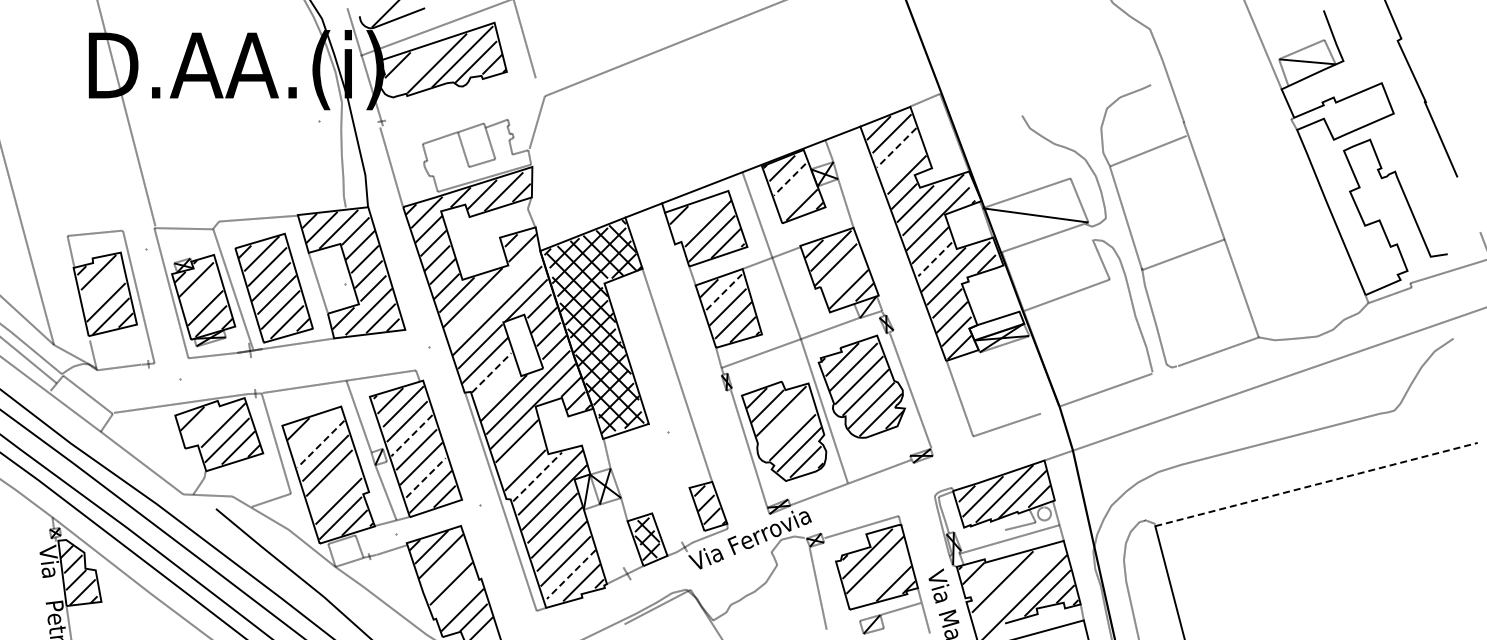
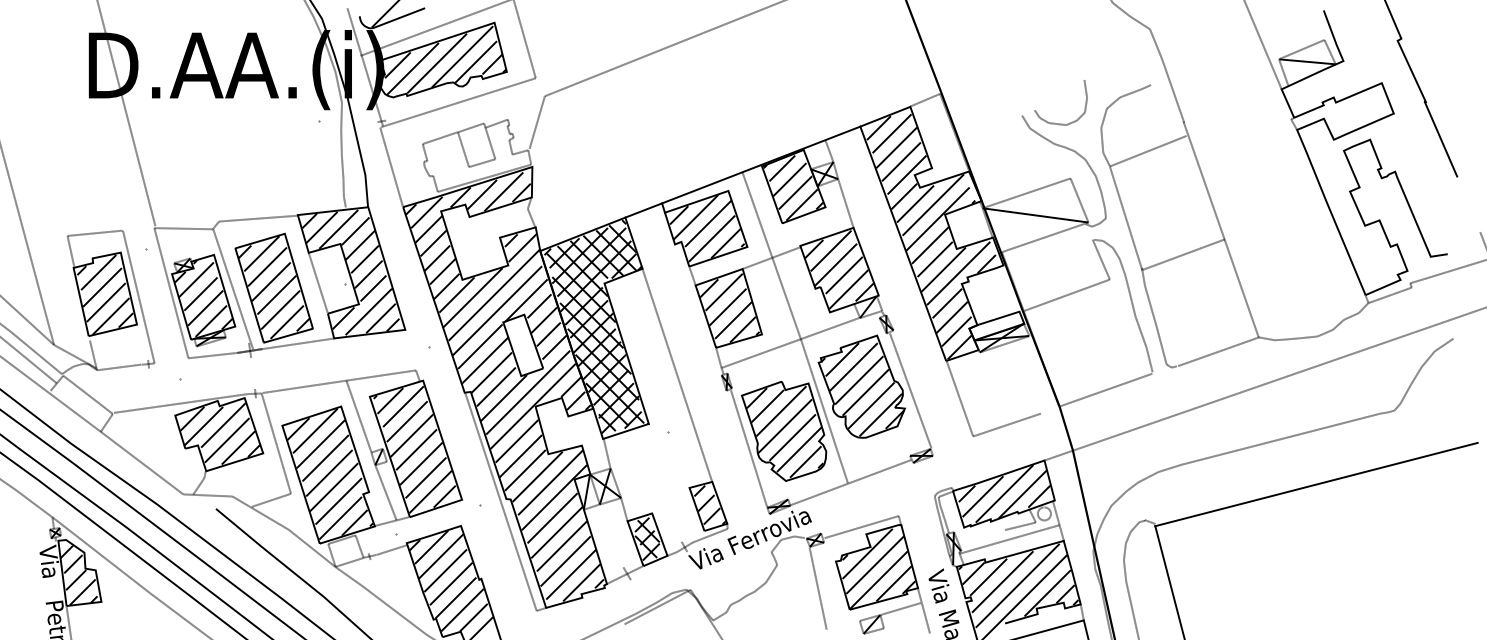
line at (412, 68): none -> present
line at (458, 102): none -> present
curve at (1054, 122): none -> present
line at (896, 147): dashed -> solid
line at (901, 161): none -> present
line at (789, 179): dashed -> solid
line at (795, 192): none -> present
line at (695, 216): none -> present
line at (935, 259): dashed -> solid
line at (844, 275): none -> present
line at (102, 287): none -> present
line at (724, 291): dashed -> solid
line at (200, 294): none -> present
line at (494, 295): none -> present
line at (491, 372): dashed -> solid
line at (496, 386): none -> present
line at (203, 426): none -> present
line at (784, 426): none -> present
line at (314, 430): none -> present
line at (411, 436): dashed -> solid
line at (320, 444): dashed -> solid
line at (520, 456): none -> present
line at (537, 476): dashed -> solid
line at (425, 477): dashed -> solid
line at (1316, 484): dashed -> solid
line at (333, 486): none -> present
line at (445, 570): none -> present
line at (571, 574): dashed -> solid
line at (988, 577): none -> present
line at (878, 580): none -> present
line at (1017, 585): none -> present
line at (455, 597): none -> present
